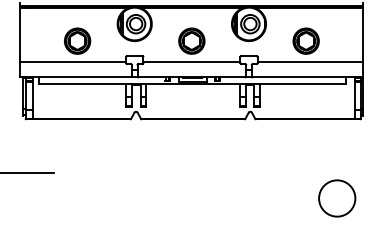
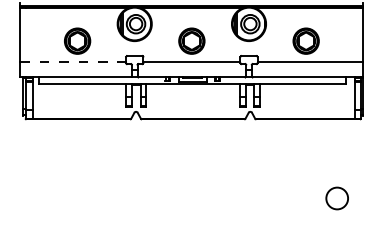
line at (73, 62): solid -> dashed
line at (28, 173): present -> none
circle at (337, 198) diameter: 36 px -> 22 px
